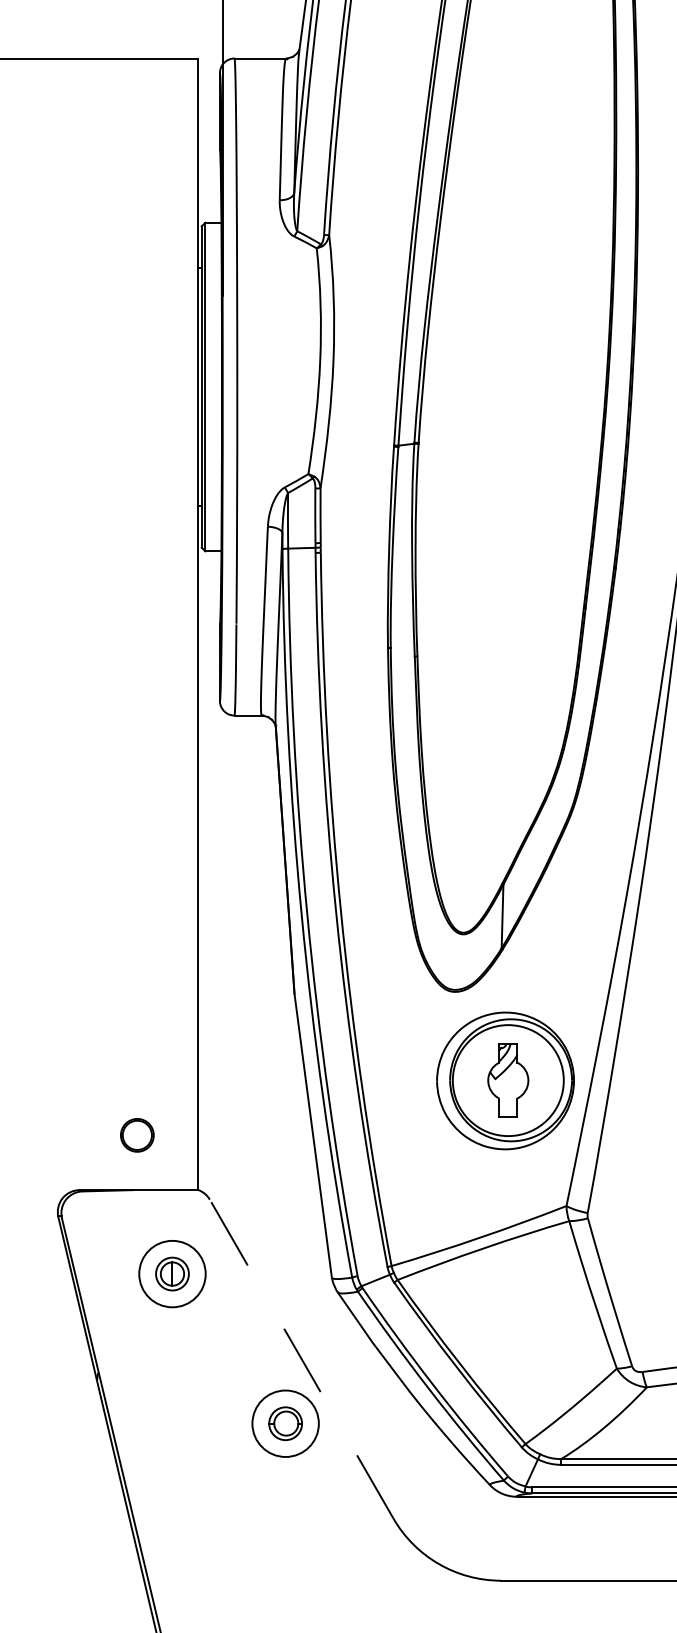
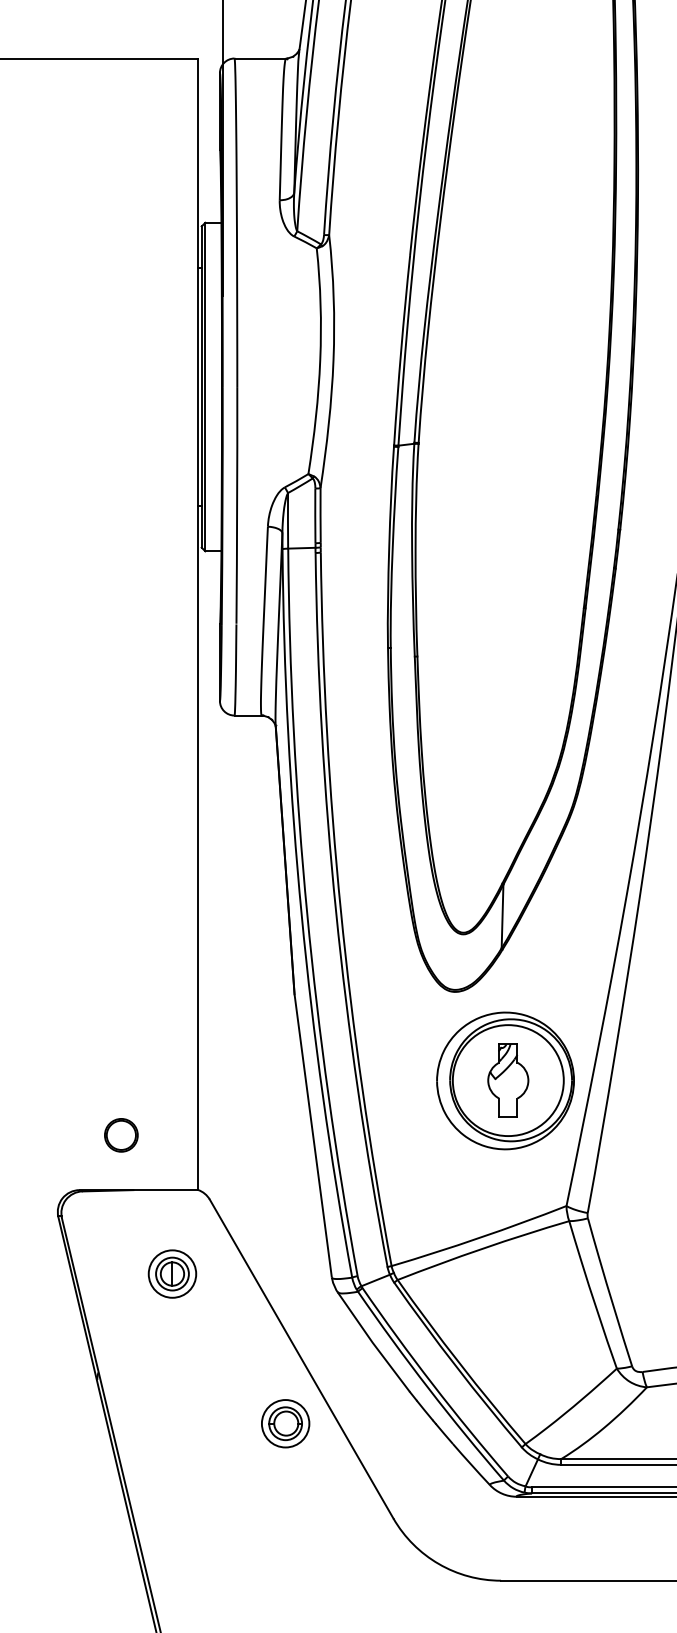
part at (137, 1135) position: (137, 1135) -> (121, 1135)
circle at (172, 1273) diameter: 66 px -> 47 px
line at (301, 1359): dashed -> solid
circle at (285, 1423) diameter: 66 px -> 47 px
